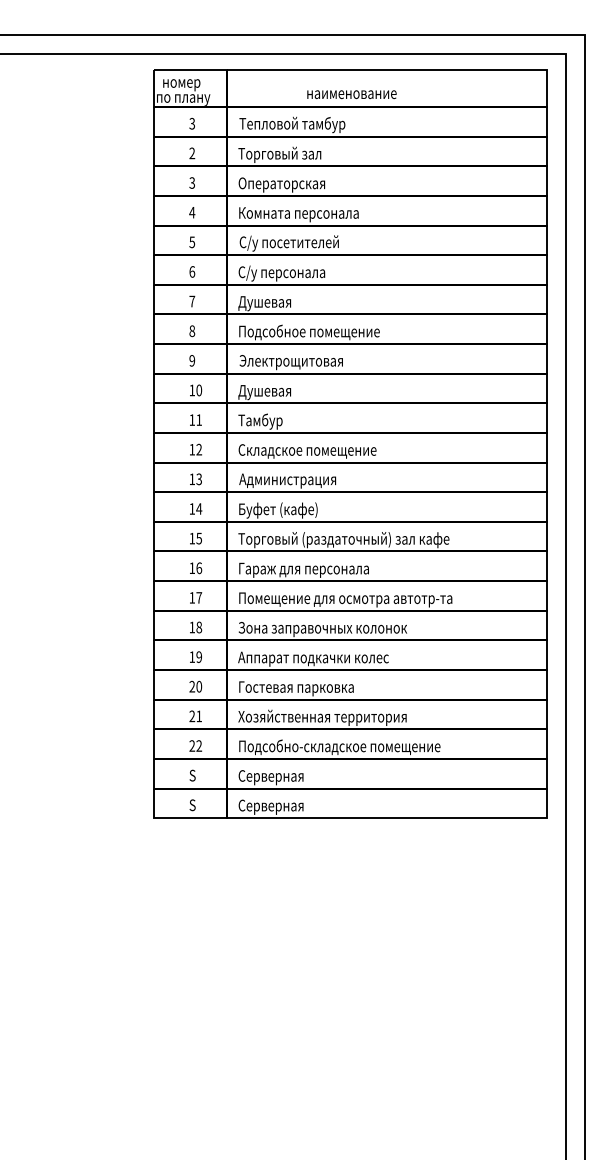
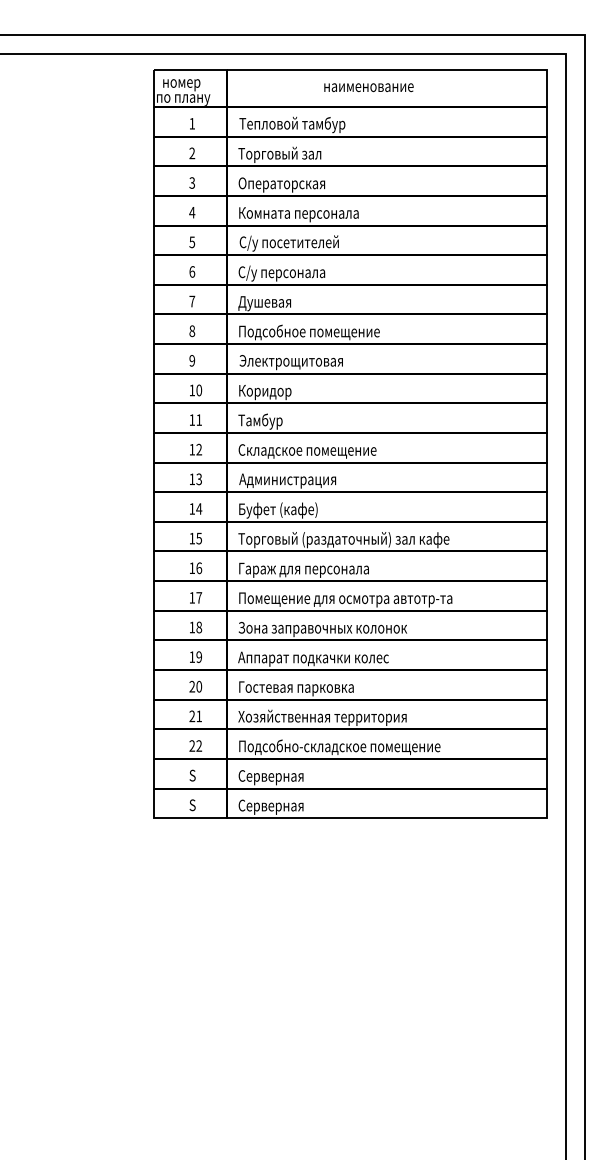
text at (351, 94) position: (351, 94) -> (368, 87)
text at (191, 123): 3 -> 1
text at (264, 392): Душевая -> Коридор
